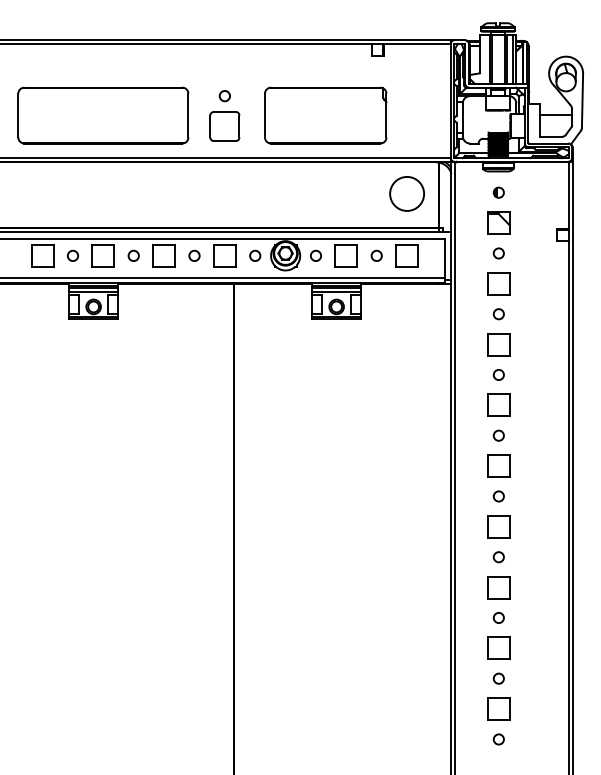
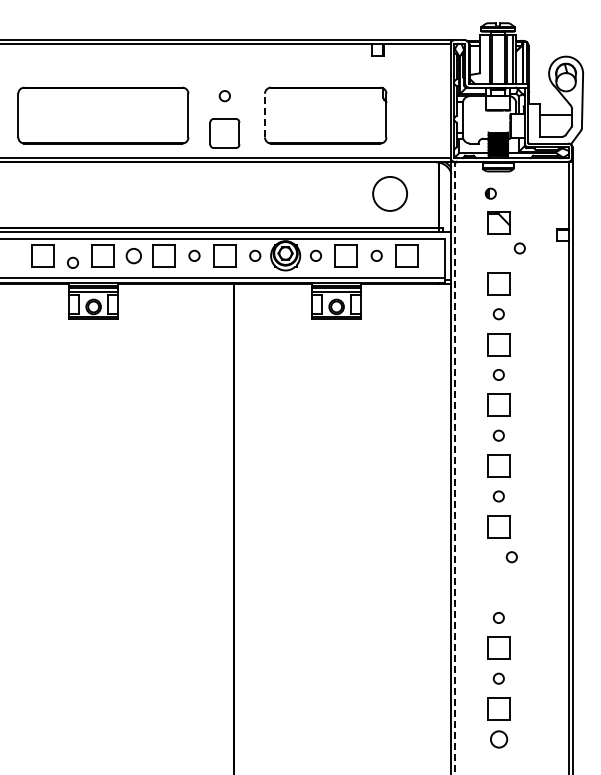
line at (264, 115): solid -> dashed
part at (224, 126) position: (224, 126) -> (224, 133)
part at (498, 192) position: (498, 192) -> (490, 193)
circle at (406, 193) position: (406, 193) -> (389, 193)
circle at (498, 253) position: (498, 253) -> (519, 248)
circle at (72, 255) position: (72, 255) -> (72, 262)
circle at (133, 255) size: 13x13 px -> 17x17 px
line at (455, 468): solid -> dashed
circle at (498, 557) position: (498, 557) -> (511, 557)
part at (498, 587): present -> none
circle at (498, 739) size: 13x13 px -> 19x19 px
